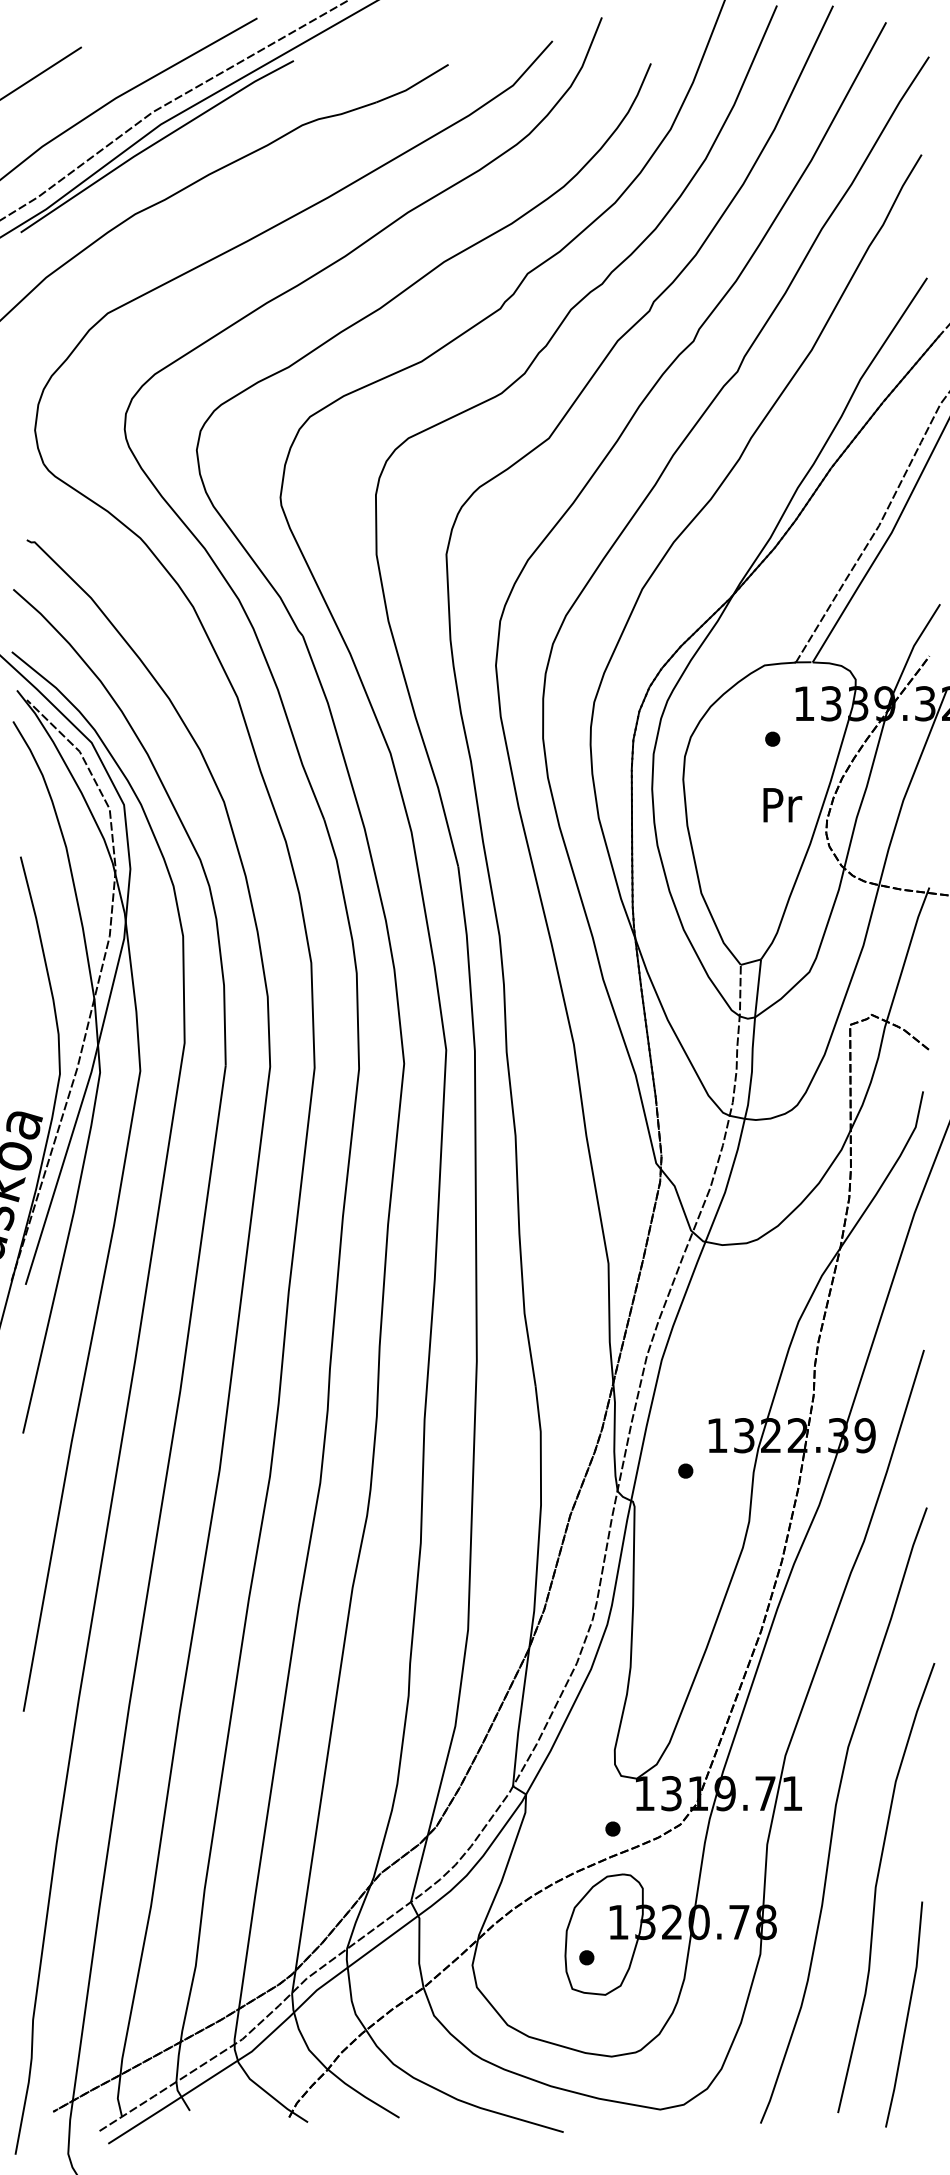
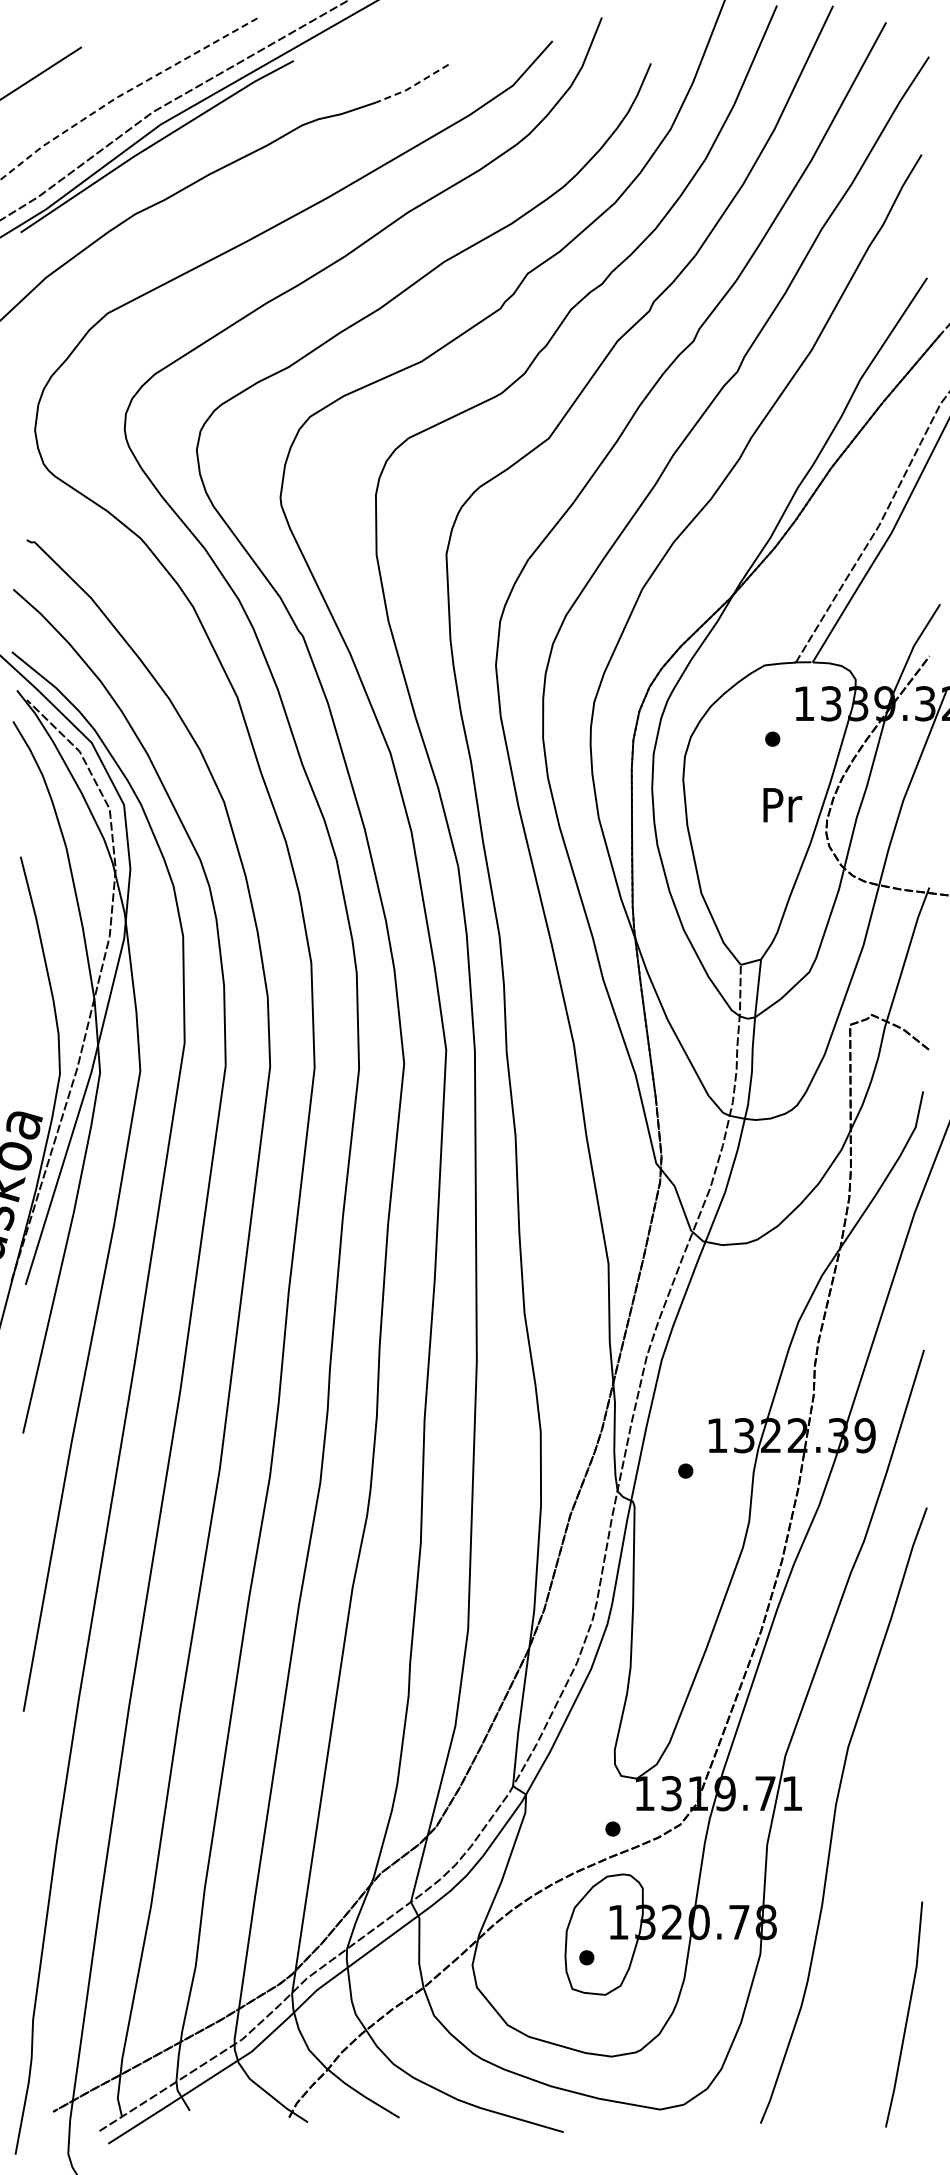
line at (413, 85): solid -> dashed
line at (124, 93): solid -> dashed
curve at (877, 1884): present -> none
